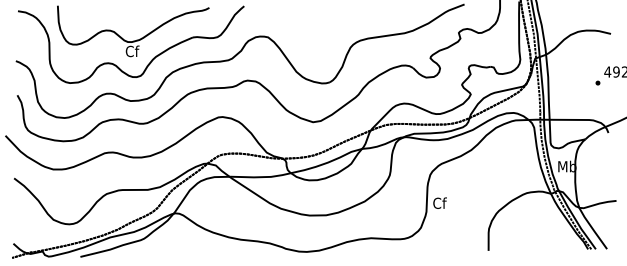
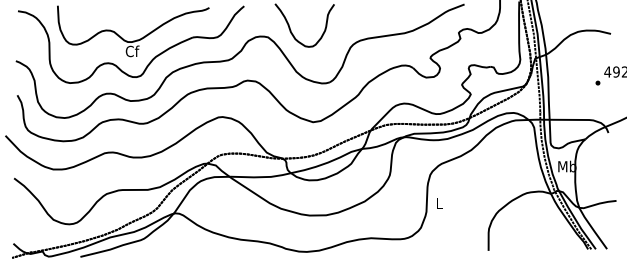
curve at (292, 32): none -> present
text at (439, 202): Cf -> L
